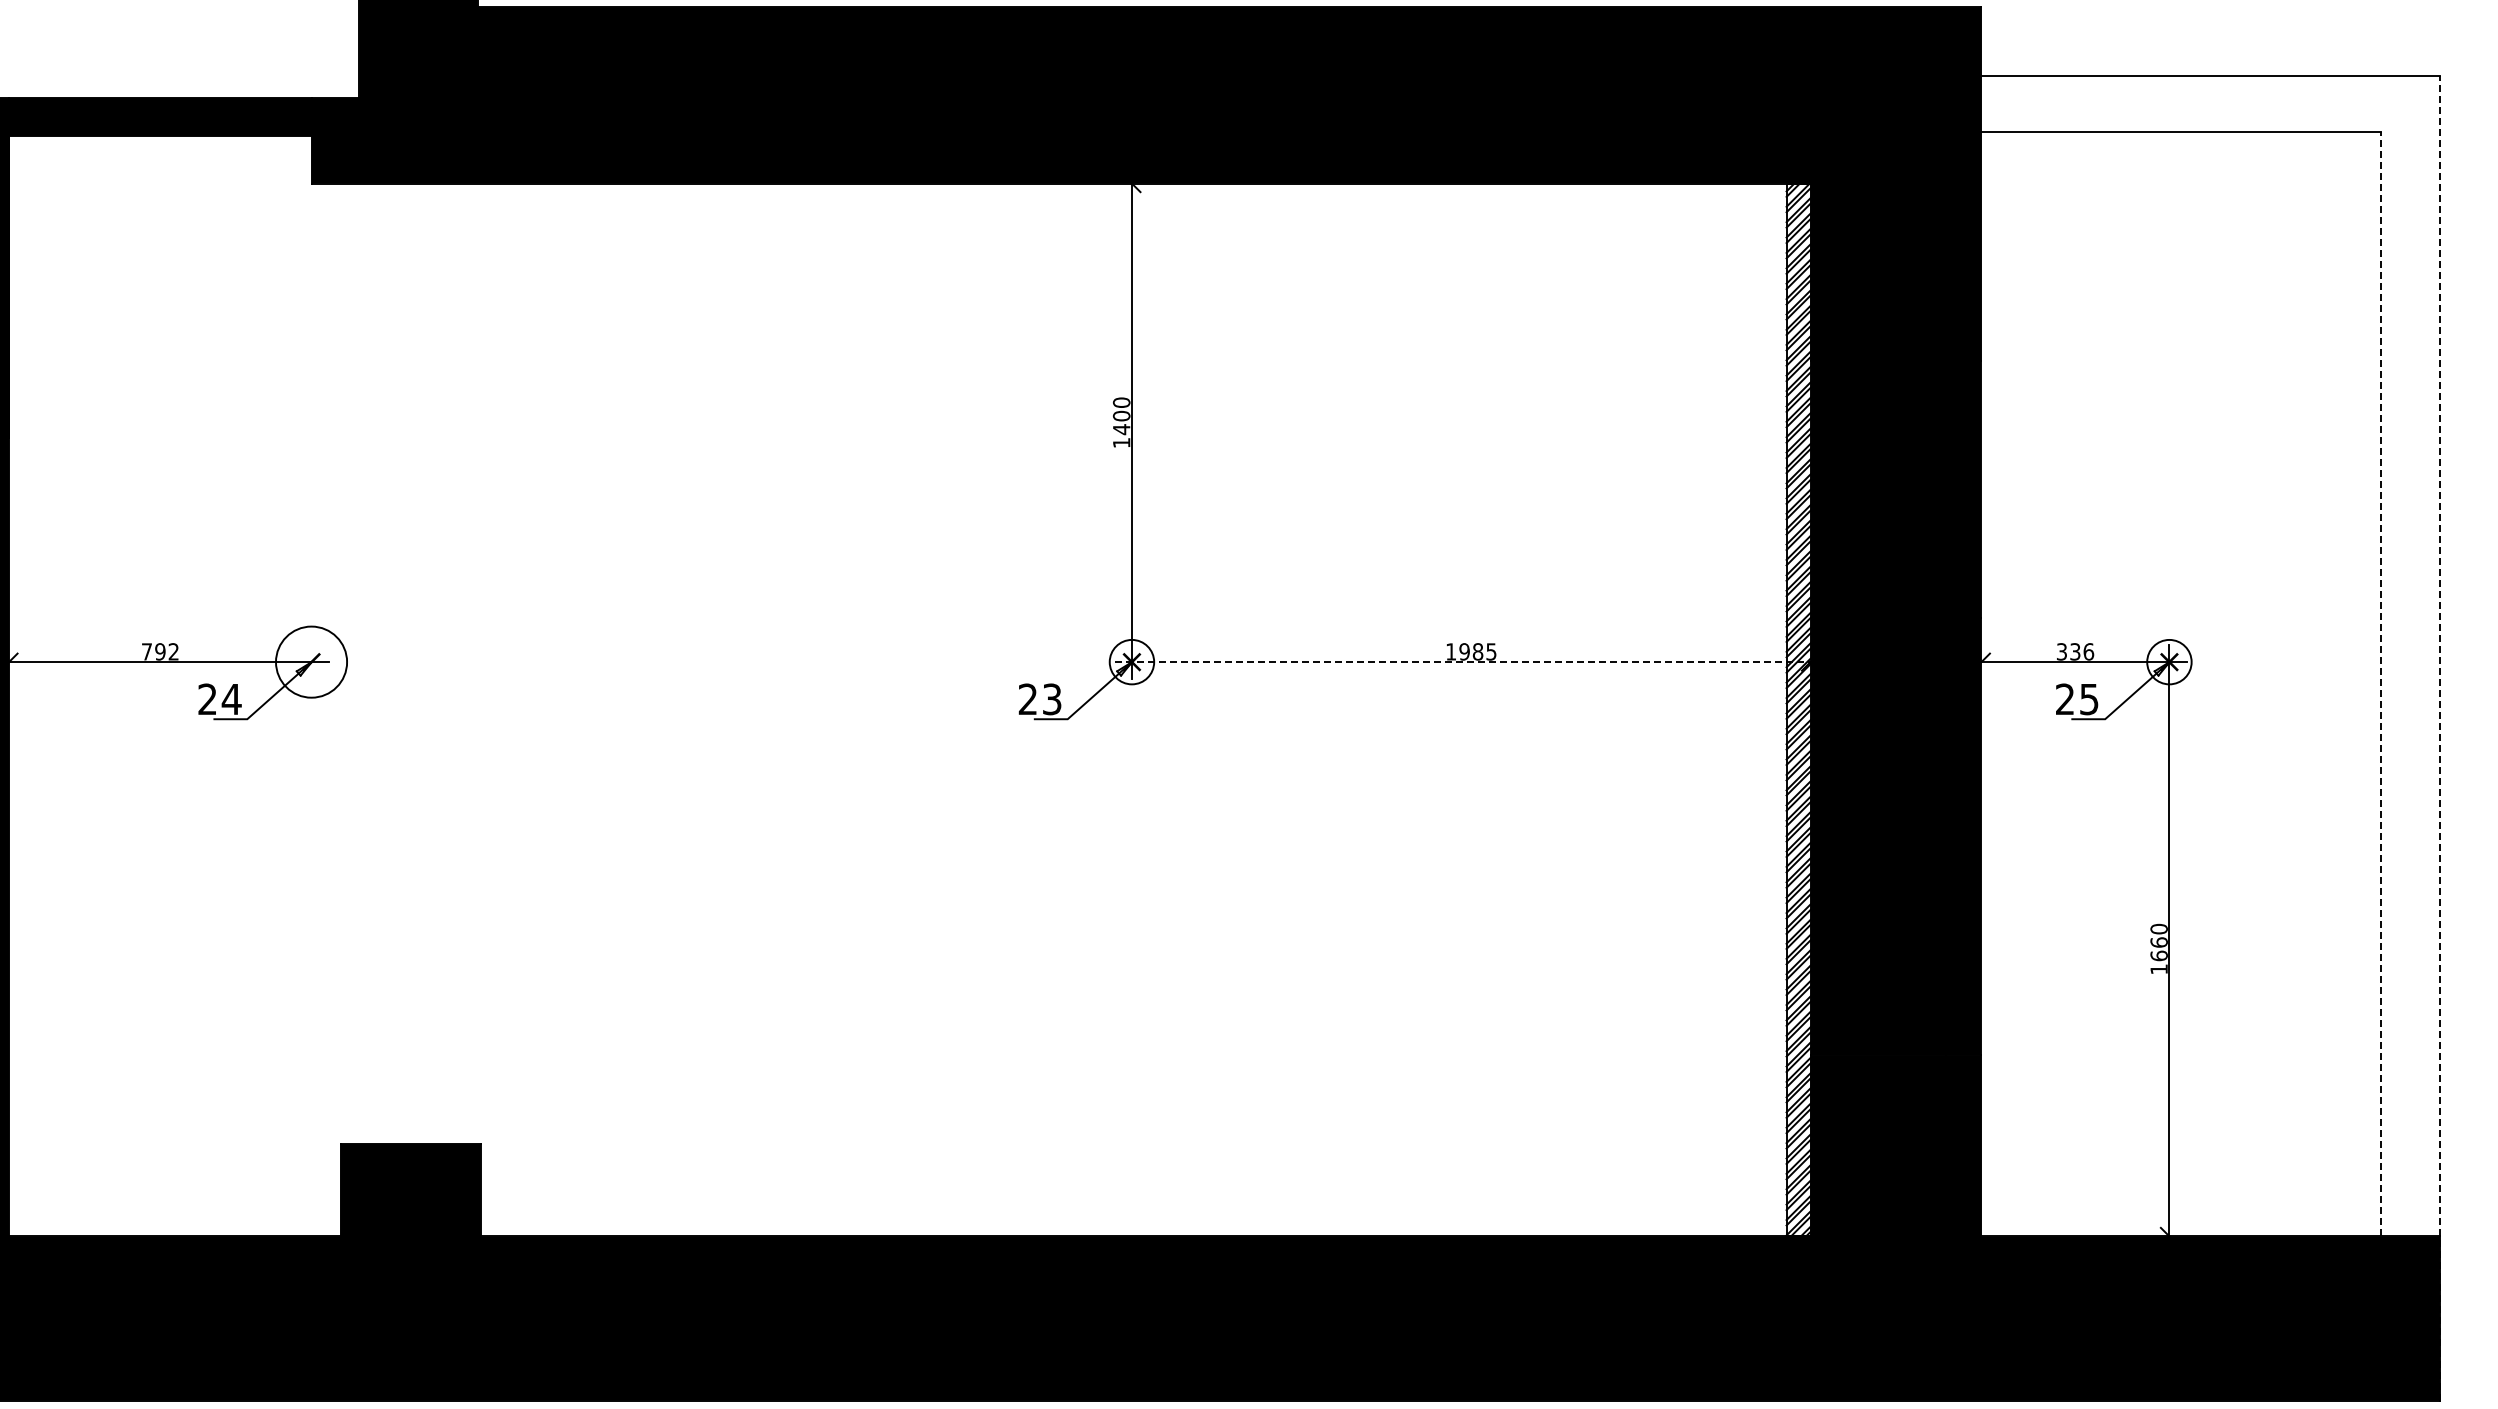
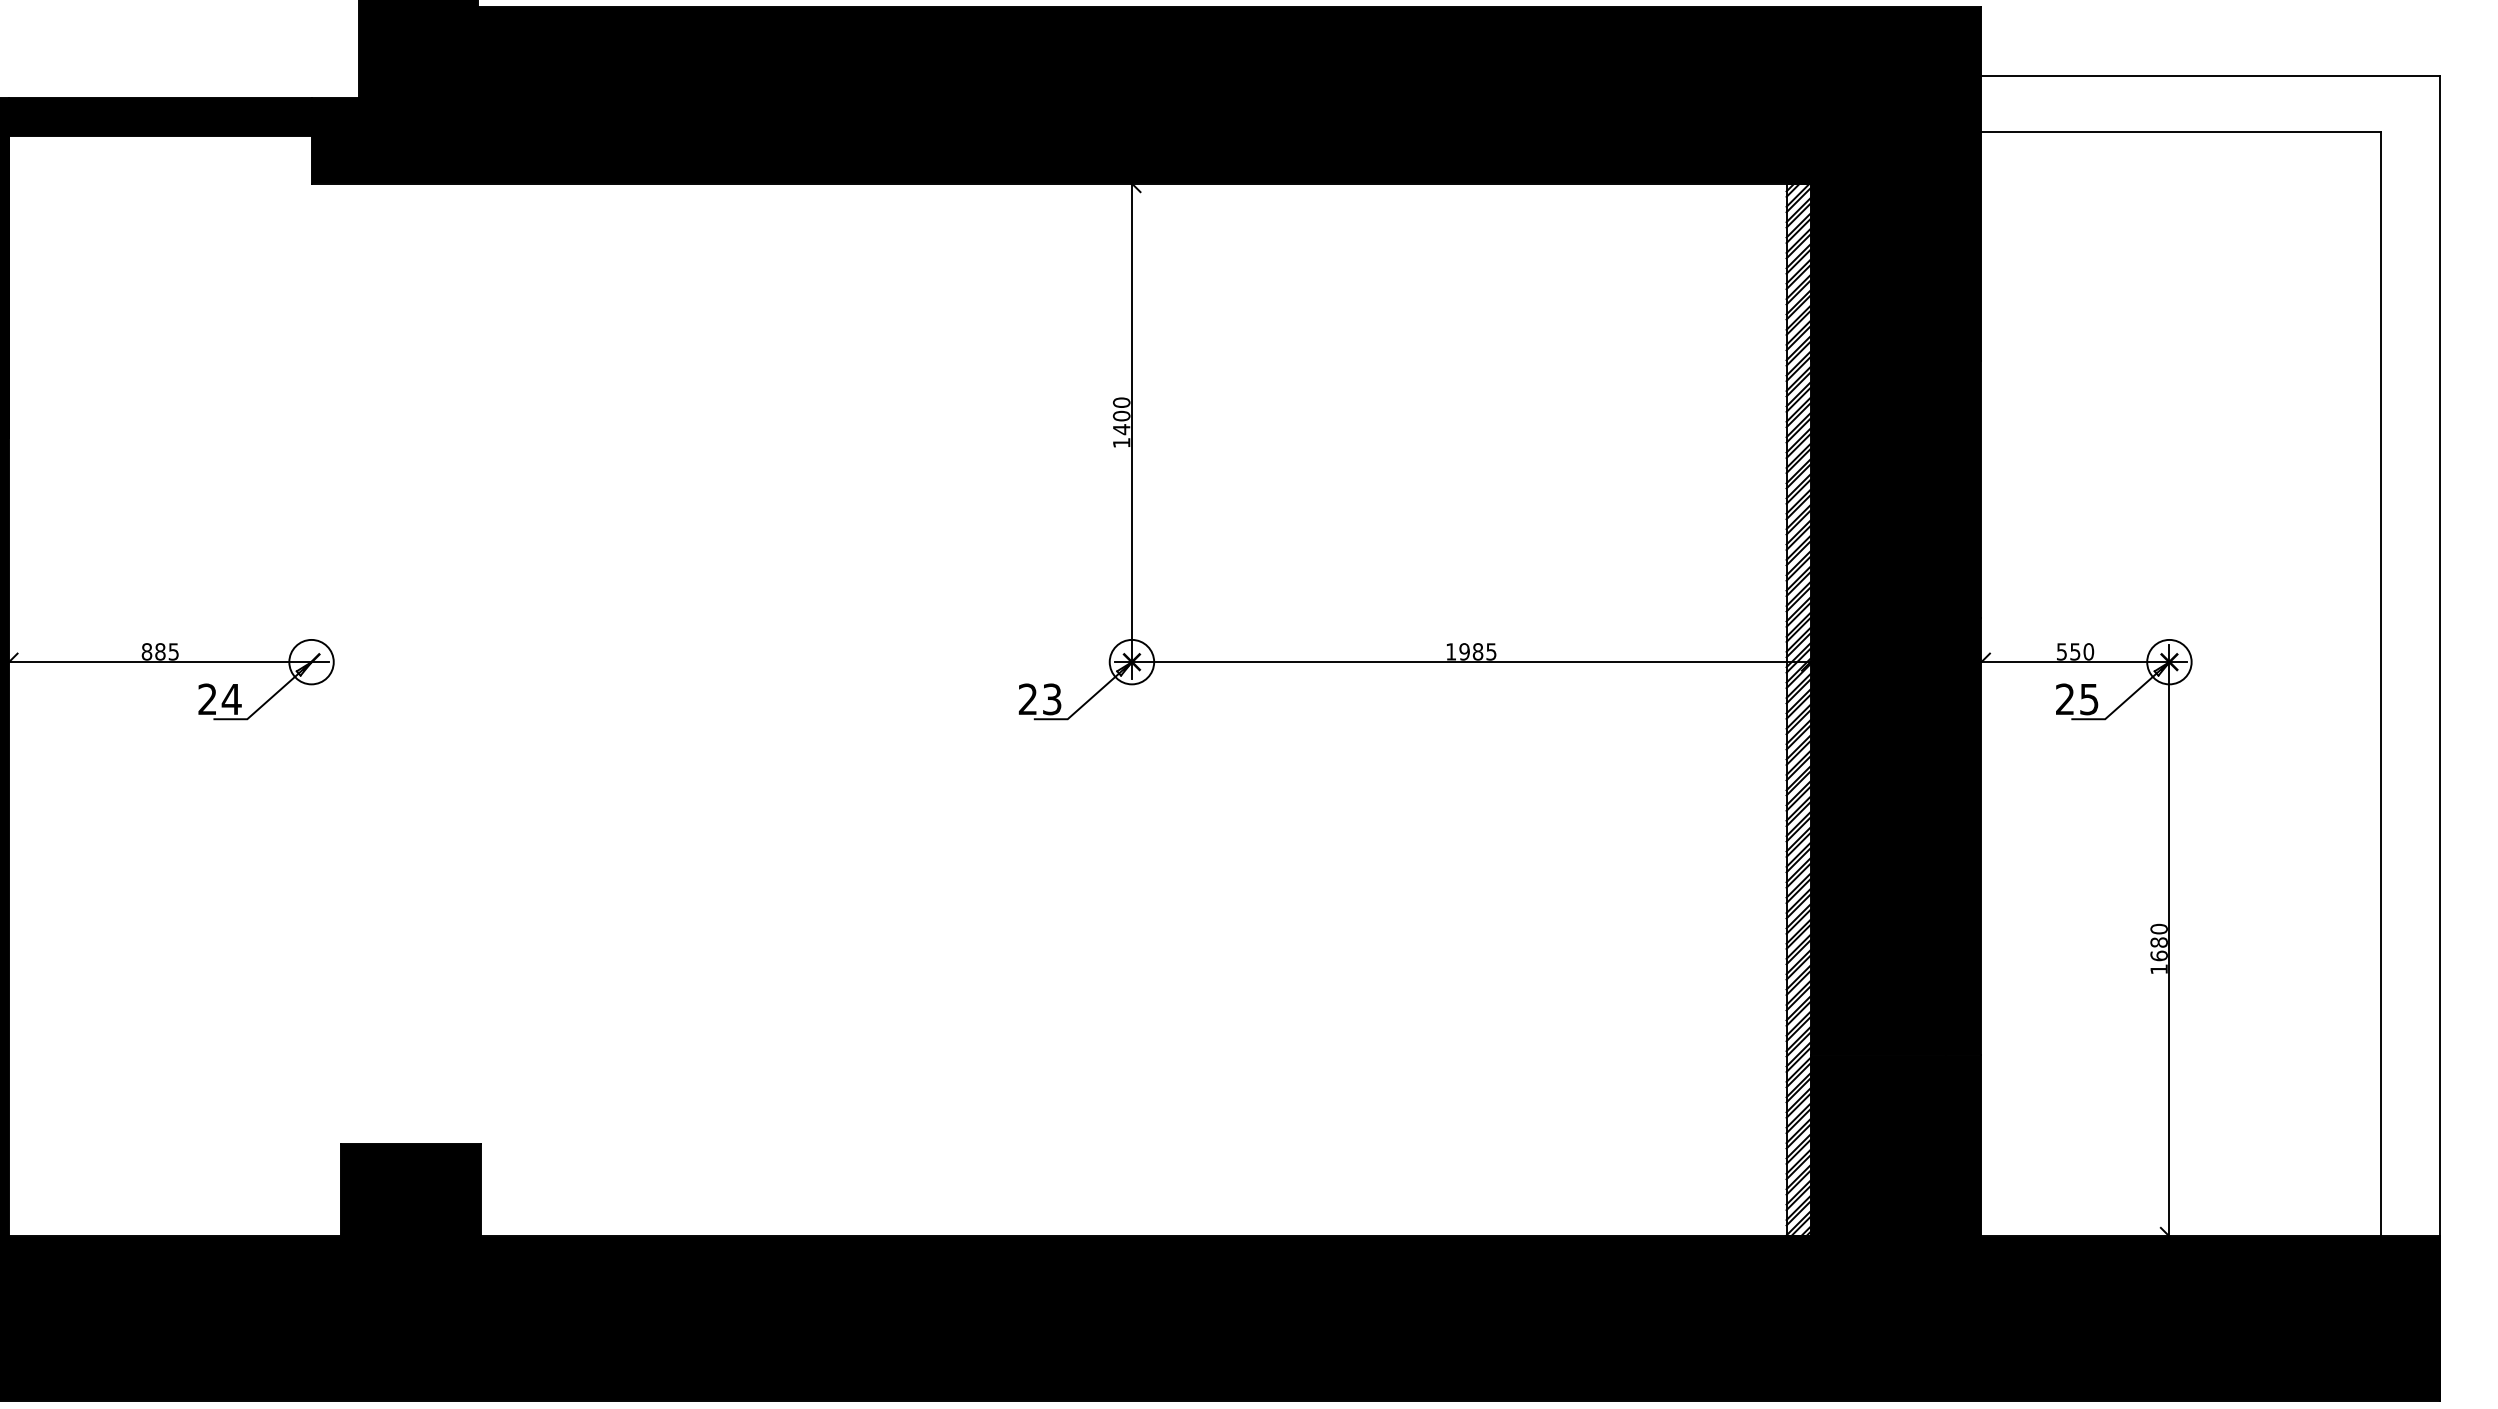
text at (159, 651): 792 -> 885
text at (2075, 651): 336 -> 550
circle at (311, 661) diameter: 71 px -> 44 px
line at (1471, 662): dashed -> solid
line at (2381, 683): dashed -> solid
line at (2439, 737): dashed -> solid
text at (2158, 942): 1660 -> 1680
